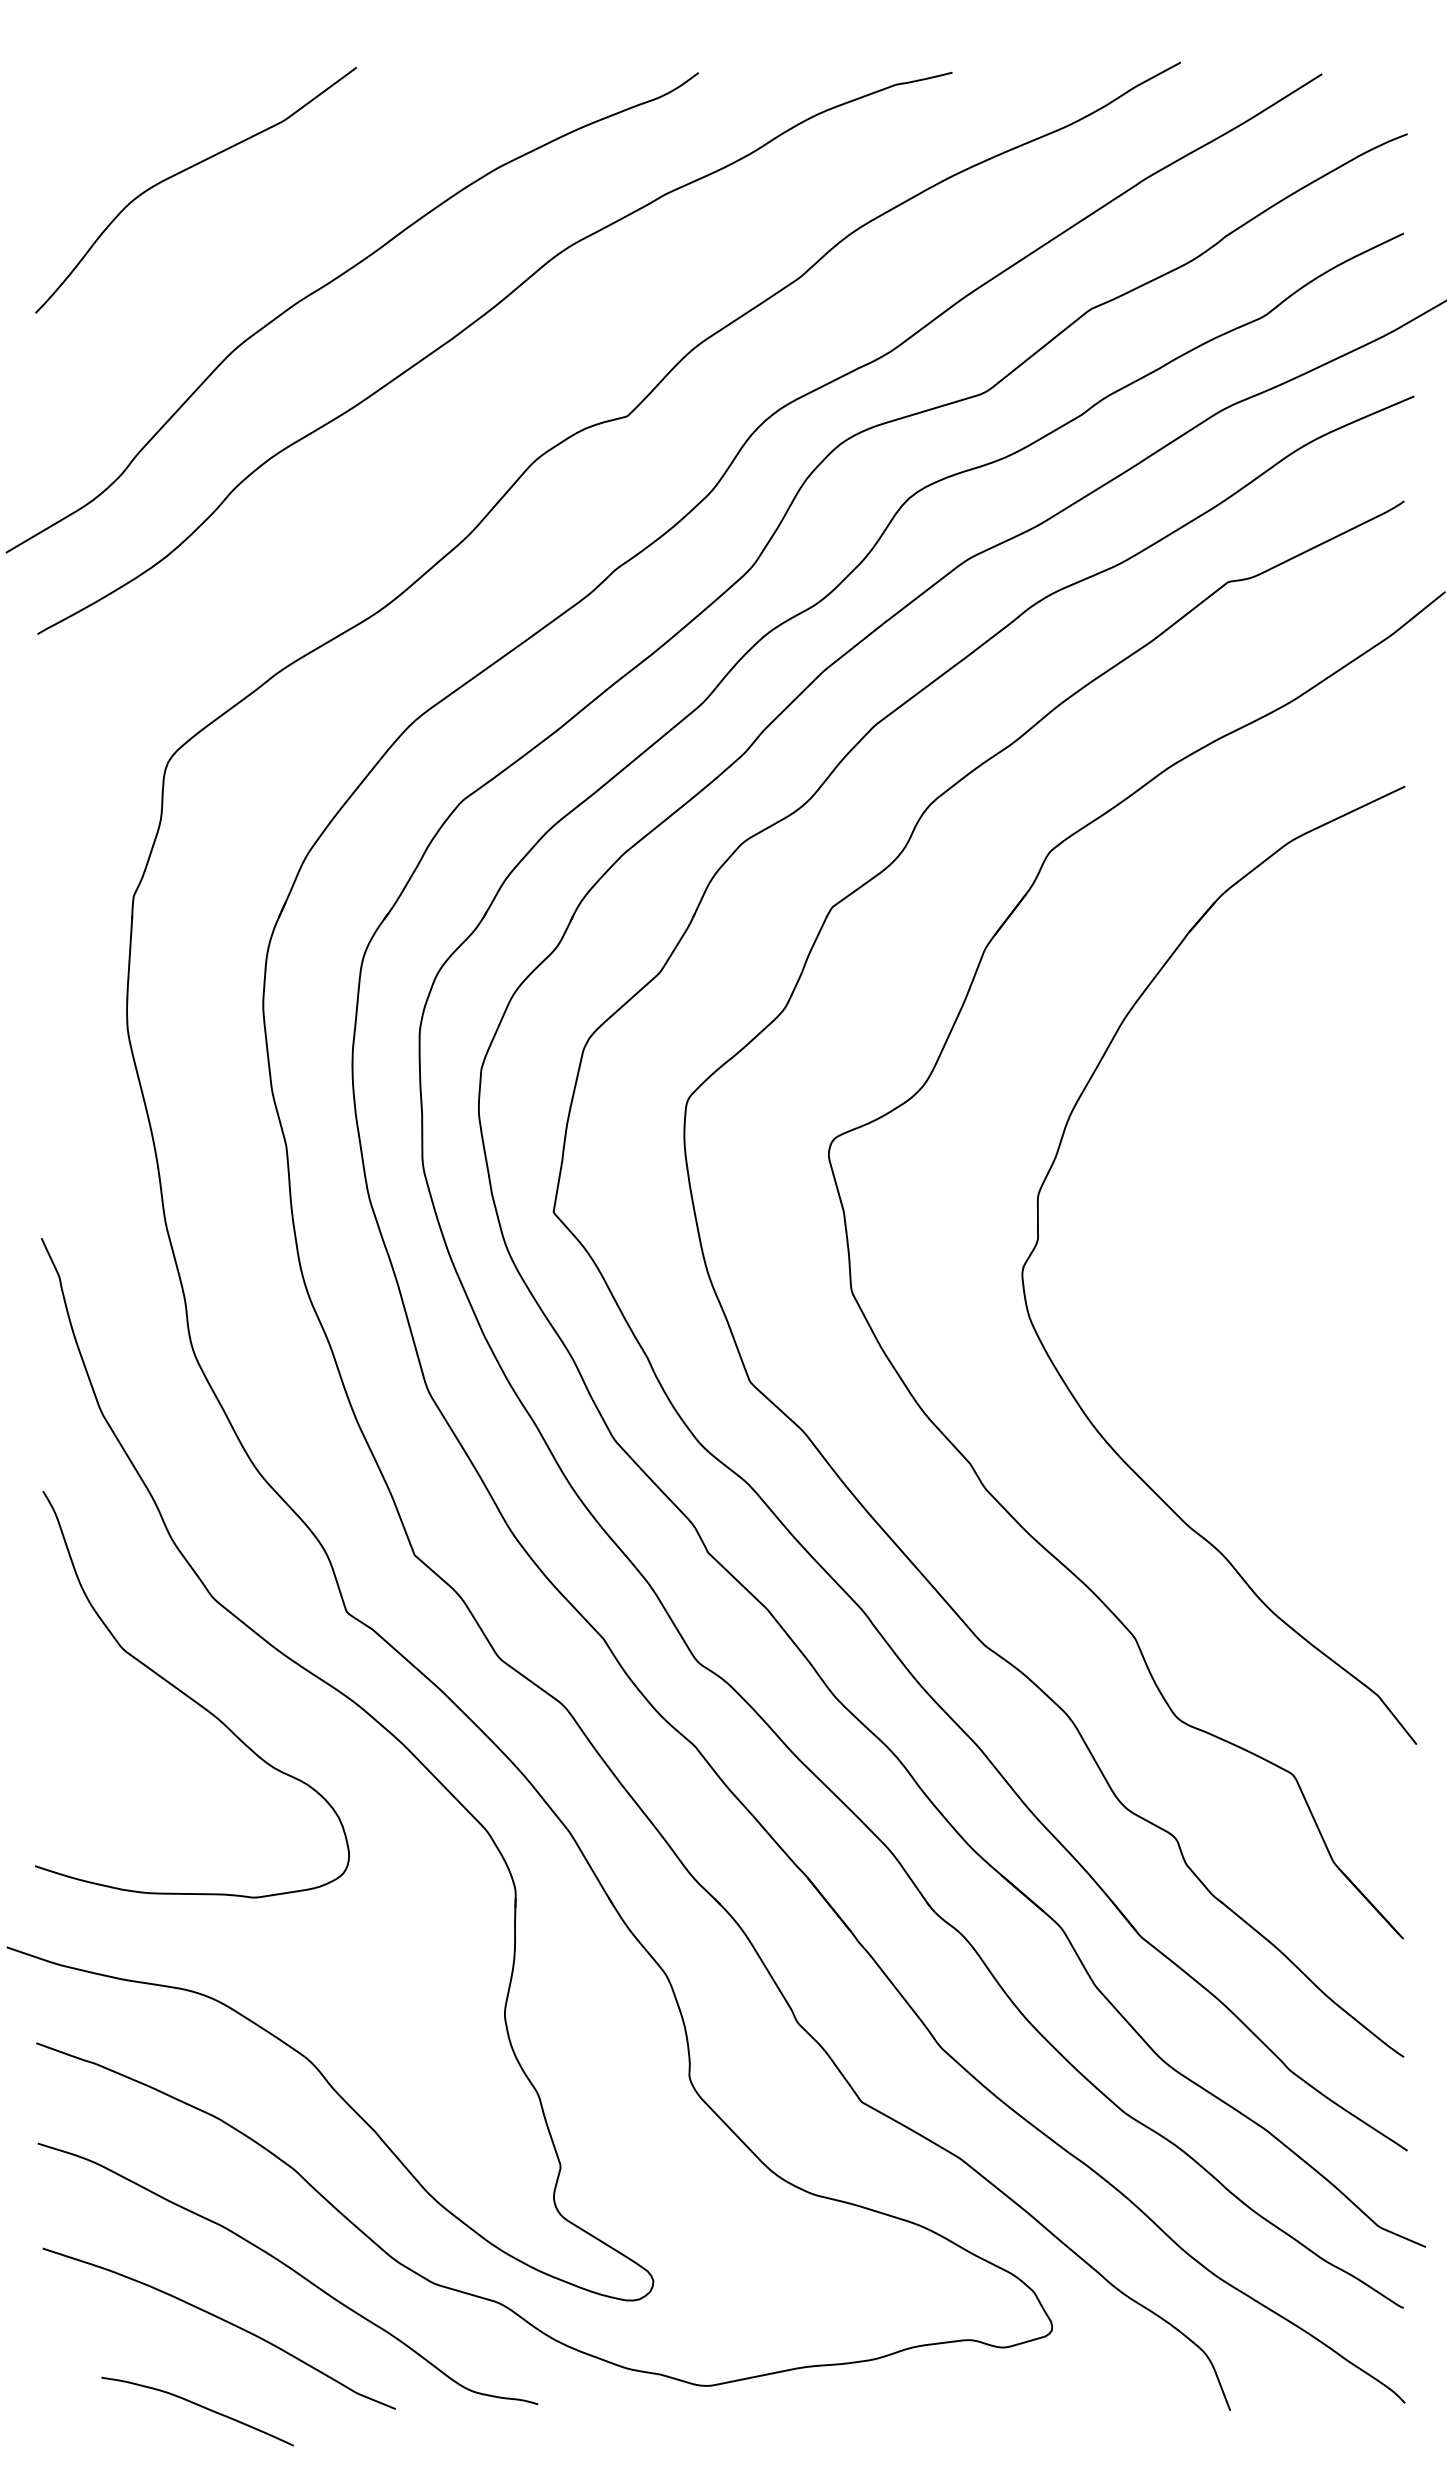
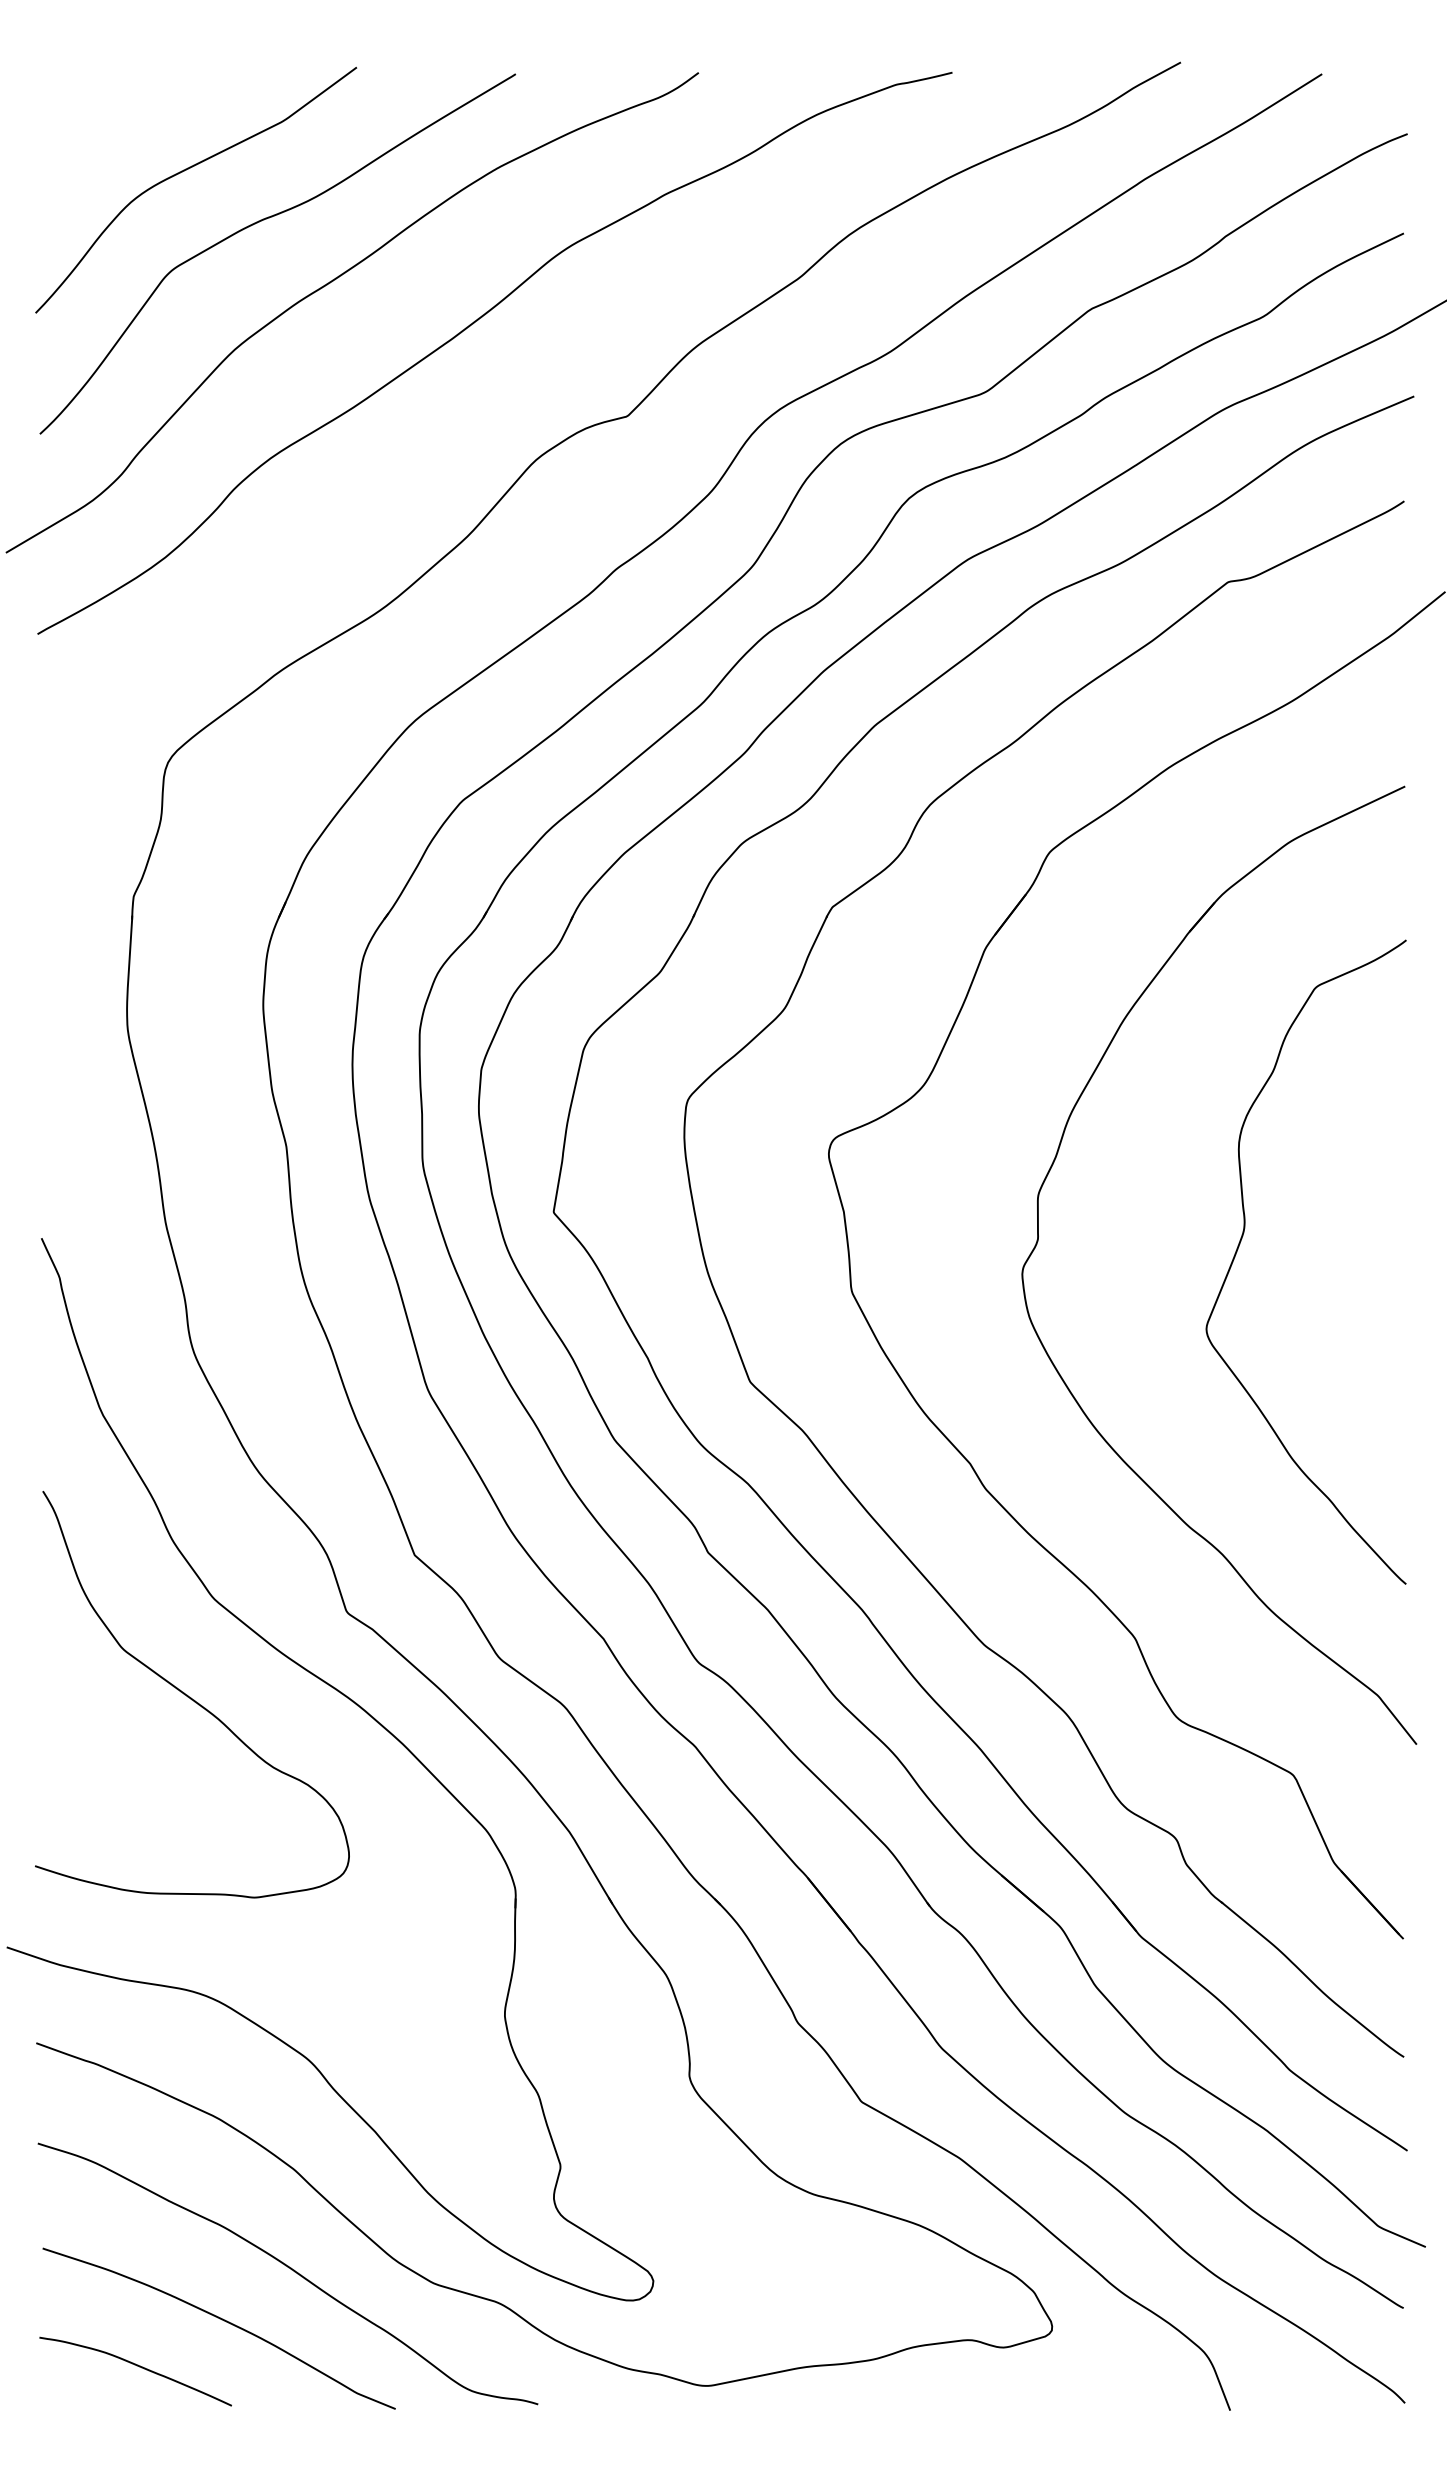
curve at (264, 220): none -> present
curve at (1243, 1236): none -> present
curve at (199, 2406) position: (199, 2406) -> (137, 2366)
